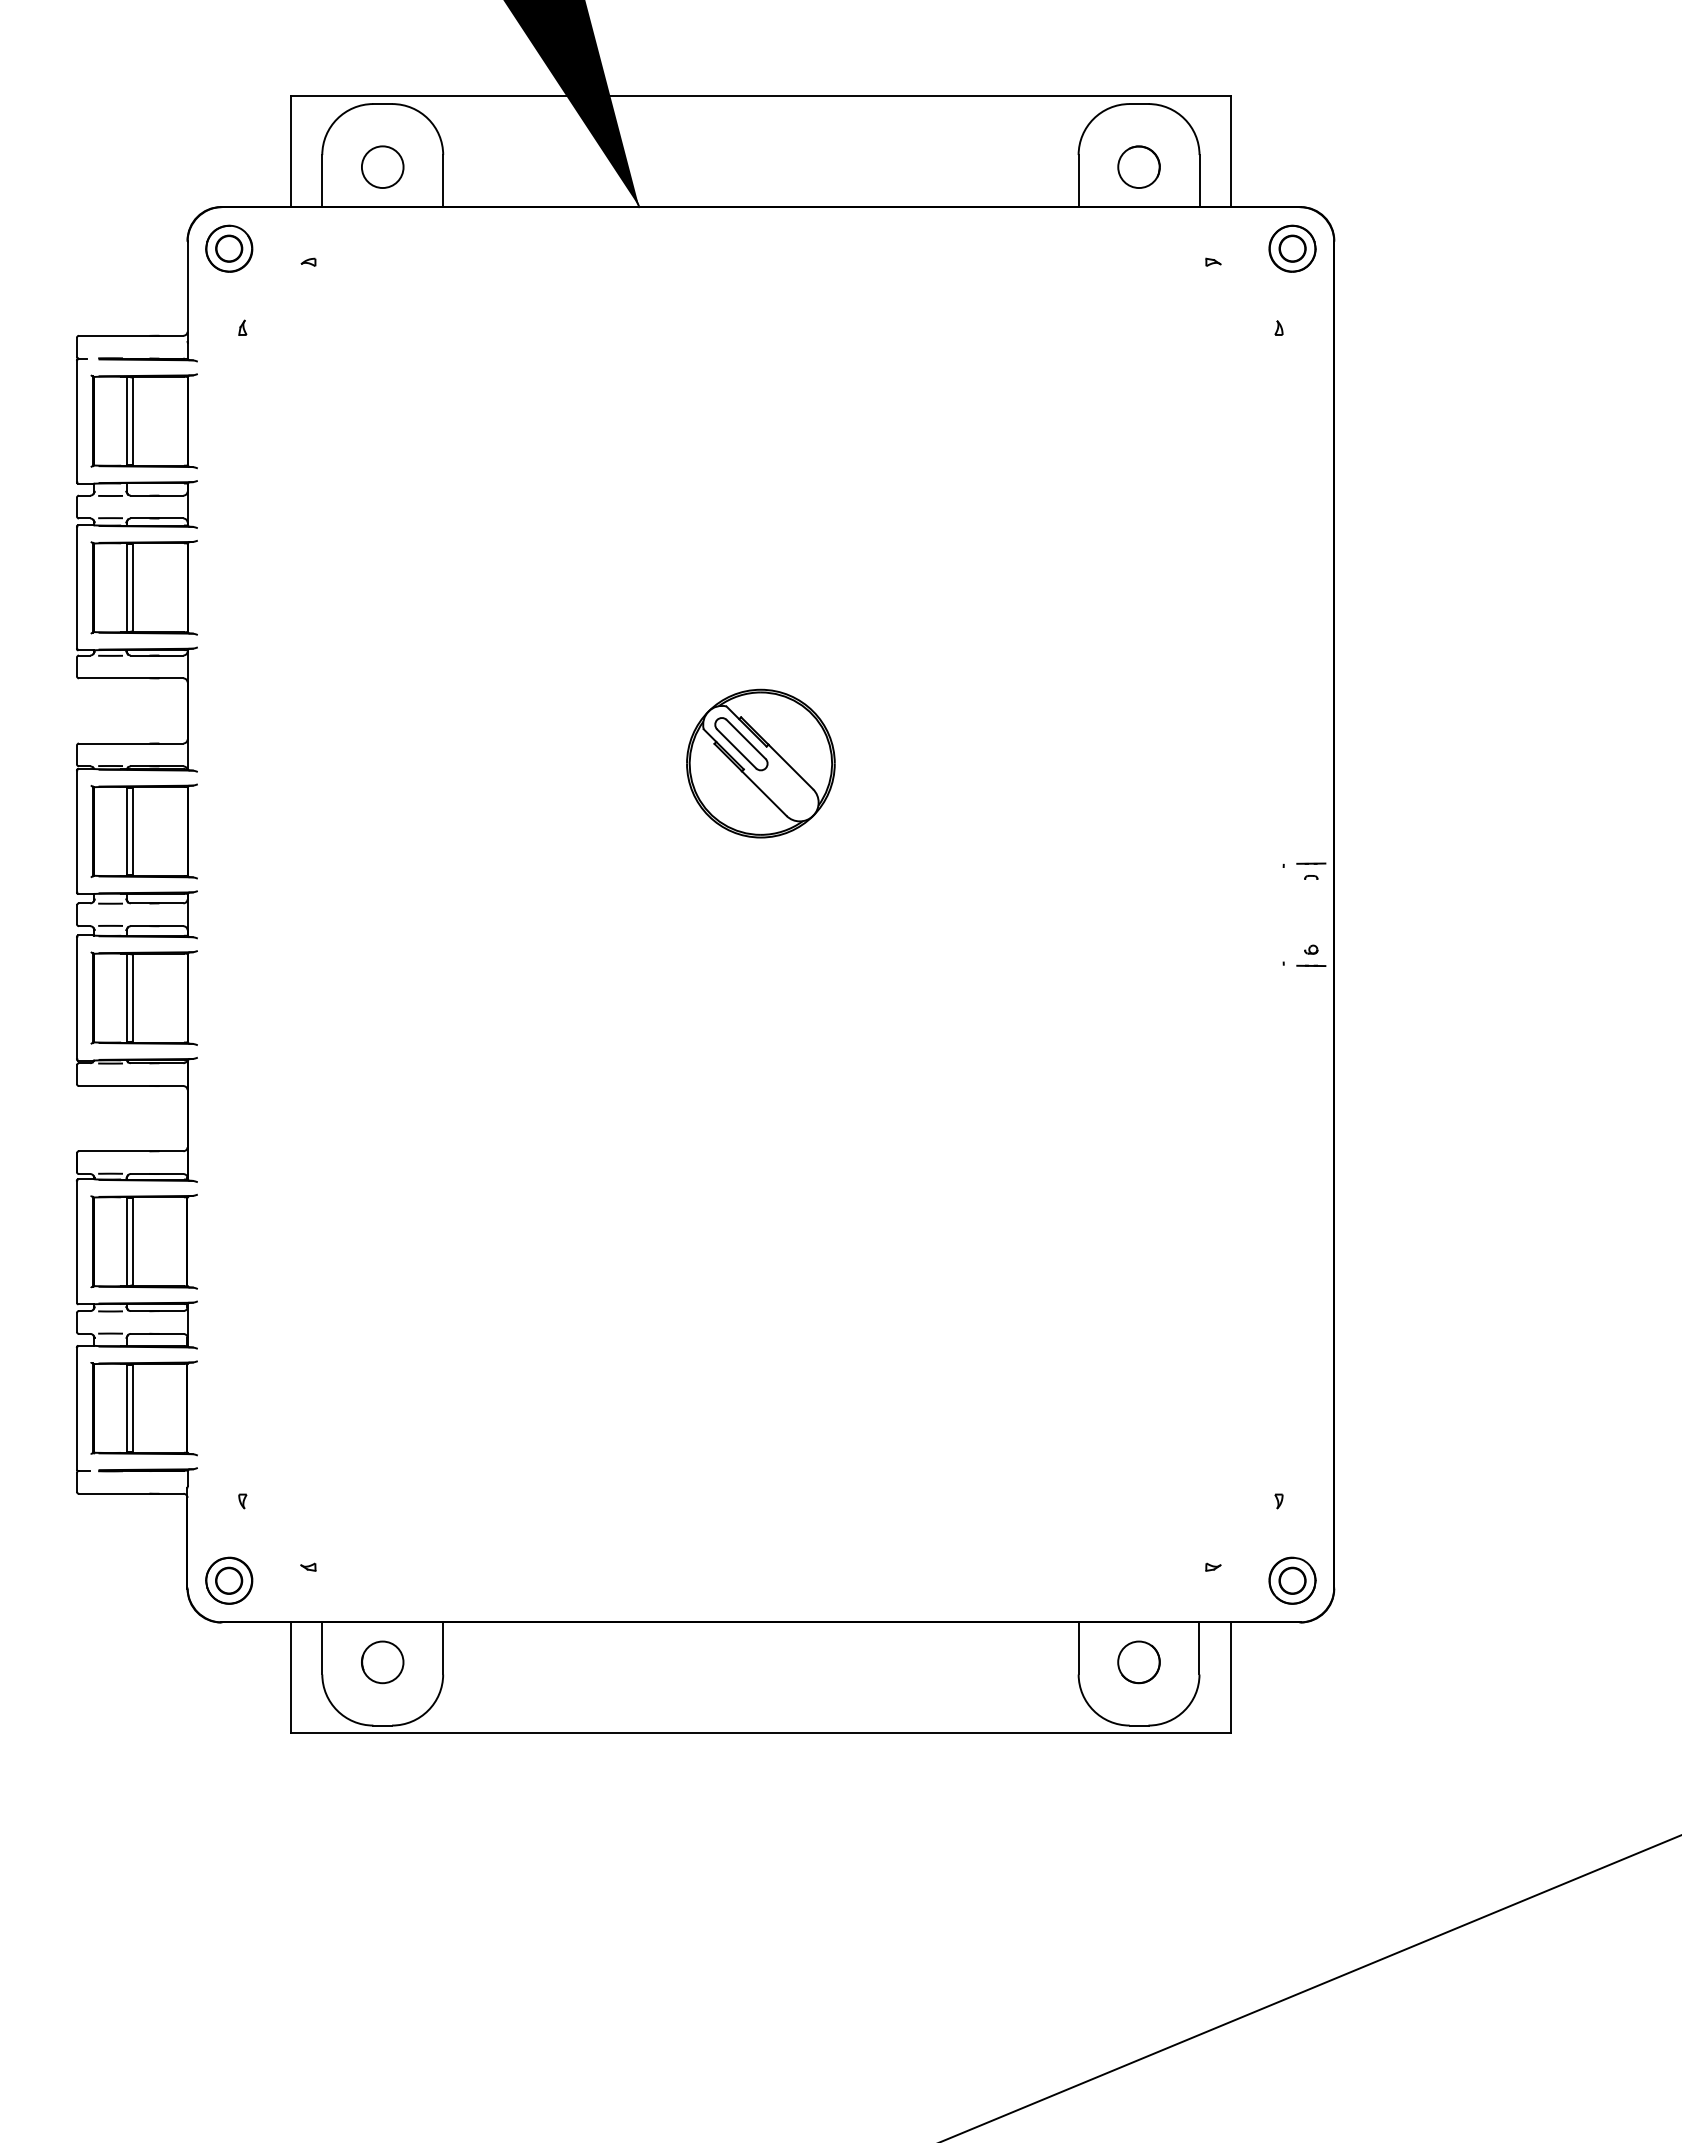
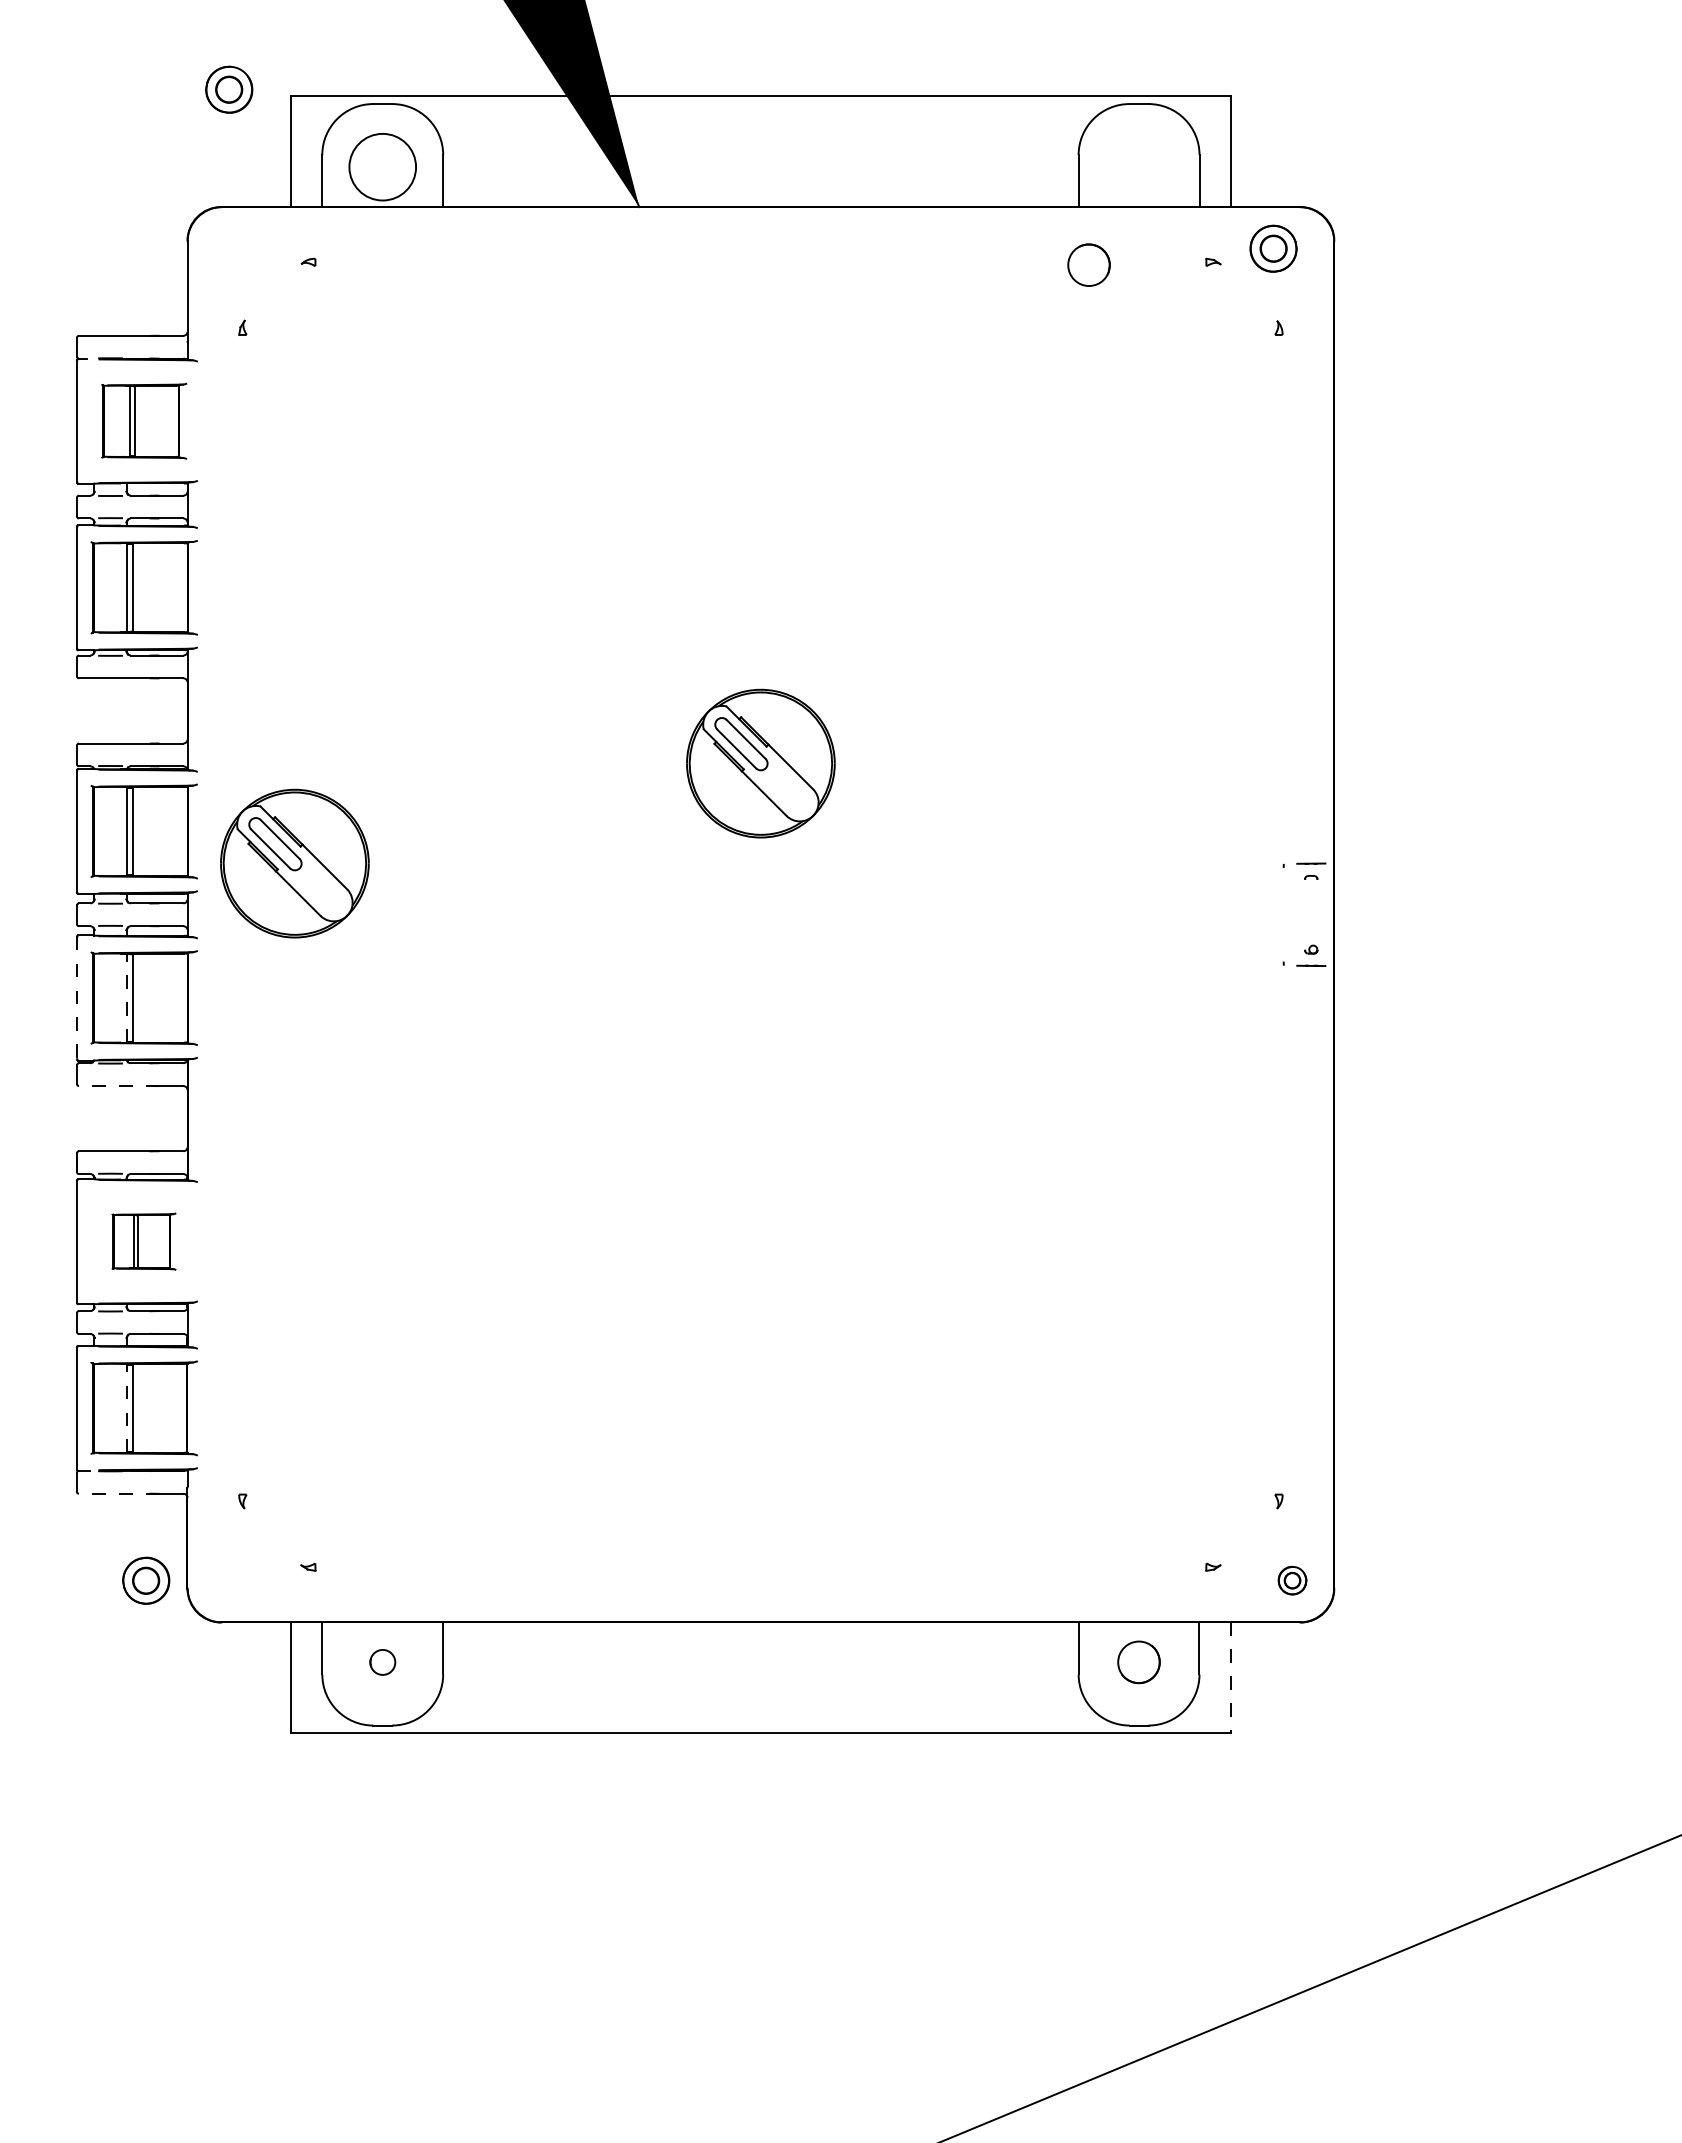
circle at (1138, 166) position: (1138, 166) -> (1088, 264)
circle at (382, 167) diameter: 42 px -> 67 px
part at (229, 248) position: (229, 248) -> (229, 89)
part at (1292, 248) position: (1292, 248) -> (1273, 248)
part at (143, 421) size: 108x97 px -> 87x78 px
part at (294, 863): none -> present
line at (126, 997): solid -> dashed
line at (76, 998): solid -> dashed
line at (118, 1086): solid -> dashed
part at (143, 1241) size: 108x97 px -> 66x59 px
line at (126, 1407): solid -> dashed
line at (118, 1493): solid -> dashed
part at (229, 1580) position: (229, 1580) -> (146, 1580)
part at (1292, 1580) size: 49x49 px -> 31x31 px
part at (382, 1662) size: 44x45 px -> 28x27 px
line at (1231, 1678): solid -> dashed
